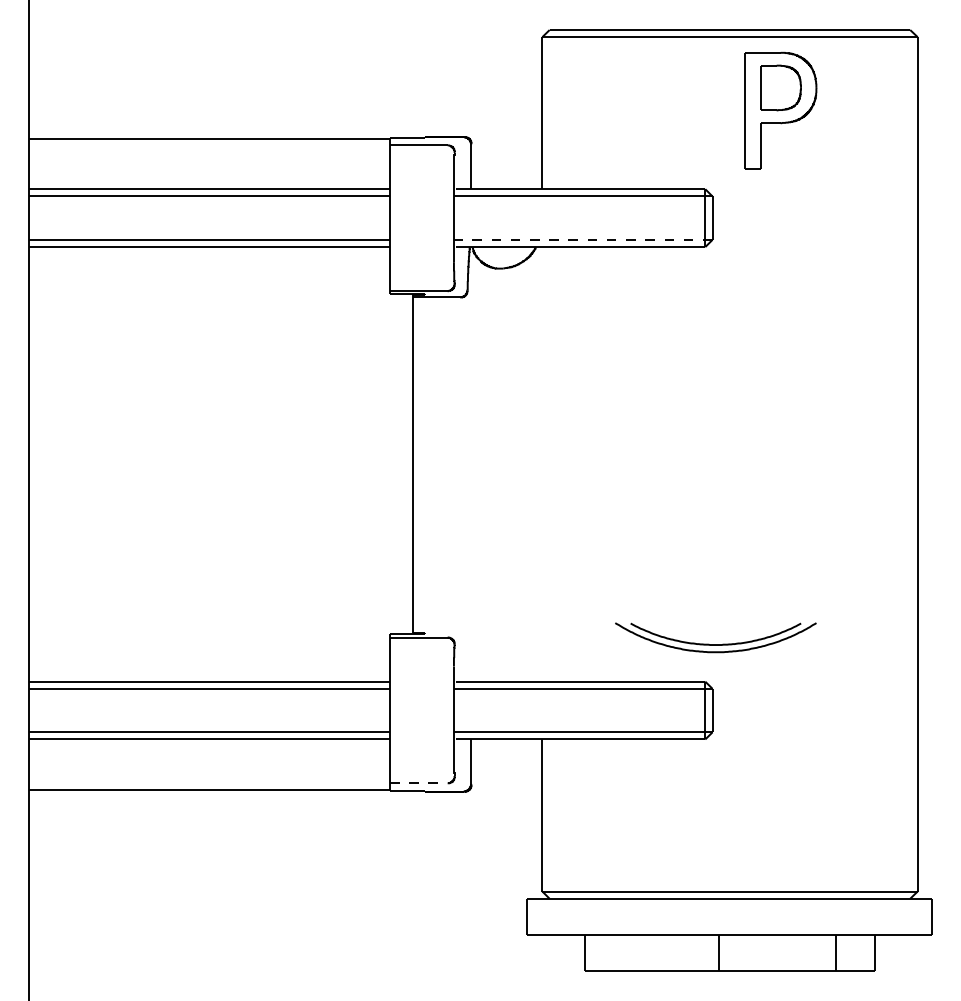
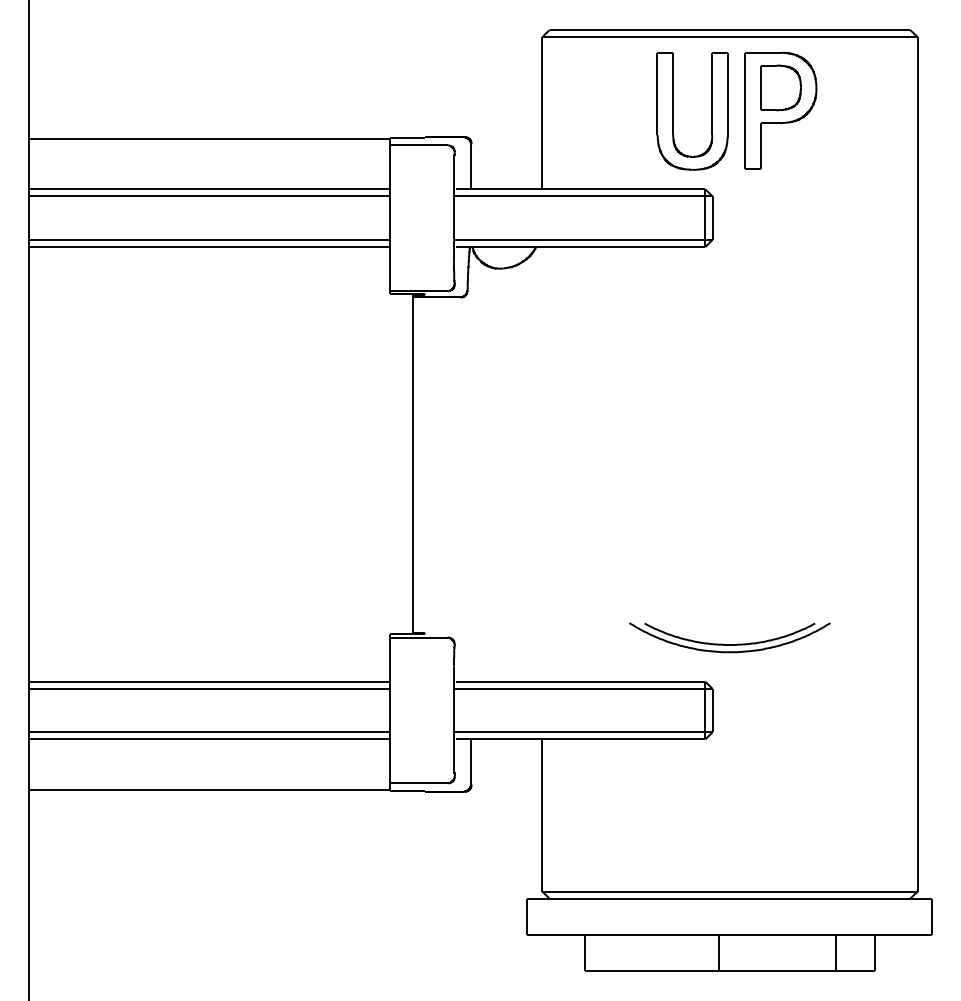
part at (673, 111): none -> present
line at (582, 239): dashed -> solid
part at (715, 644) position: (715, 644) -> (729, 644)
line at (418, 783): dashed -> solid
